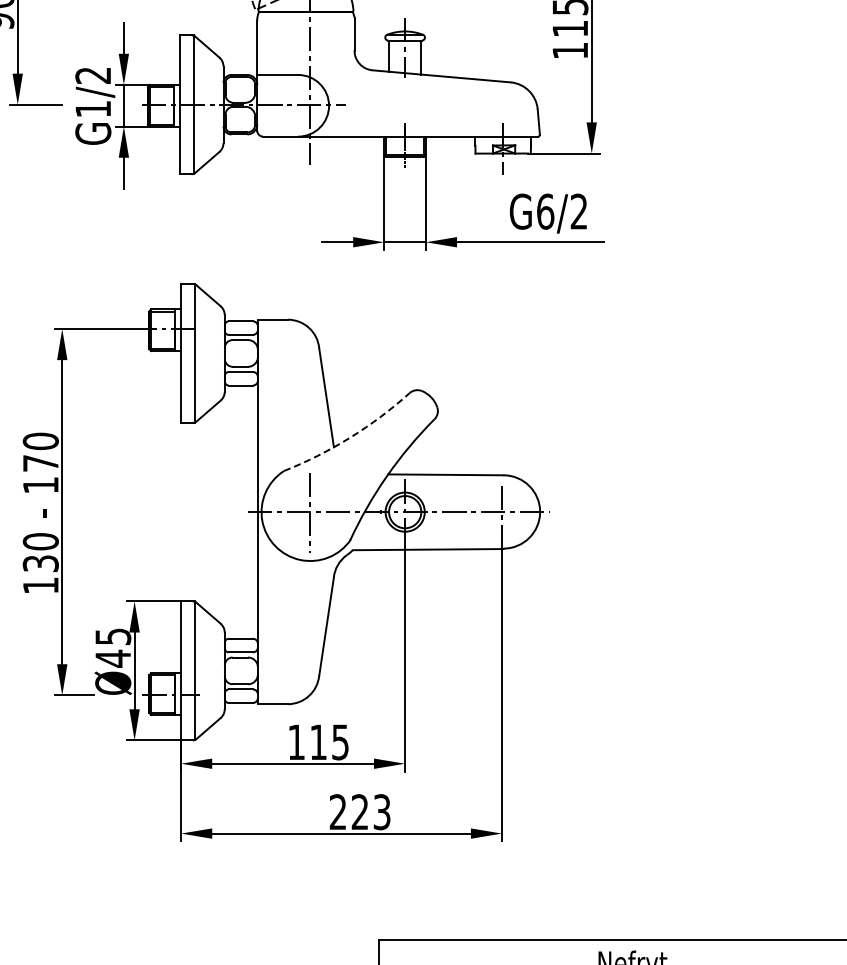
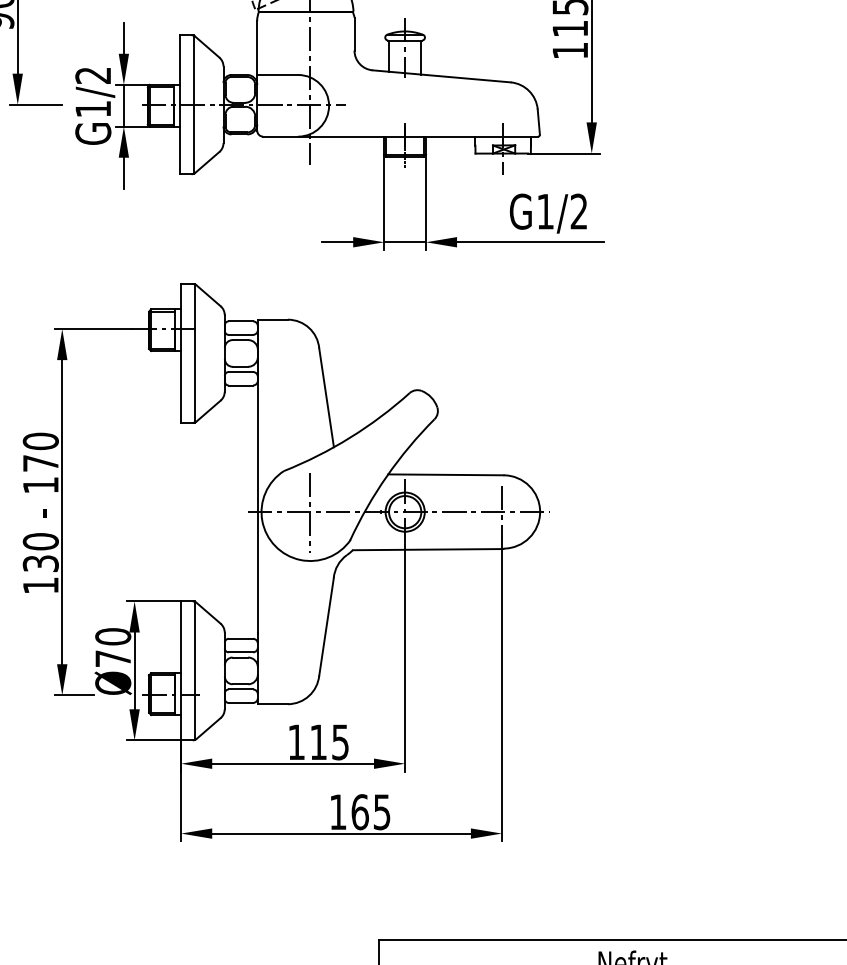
text at (545, 211): G6/2 -> G1/2
arc at (350, 437): dashed -> solid
text at (113, 647): Ø45 -> Ø70
text at (359, 812): 223 -> 165
